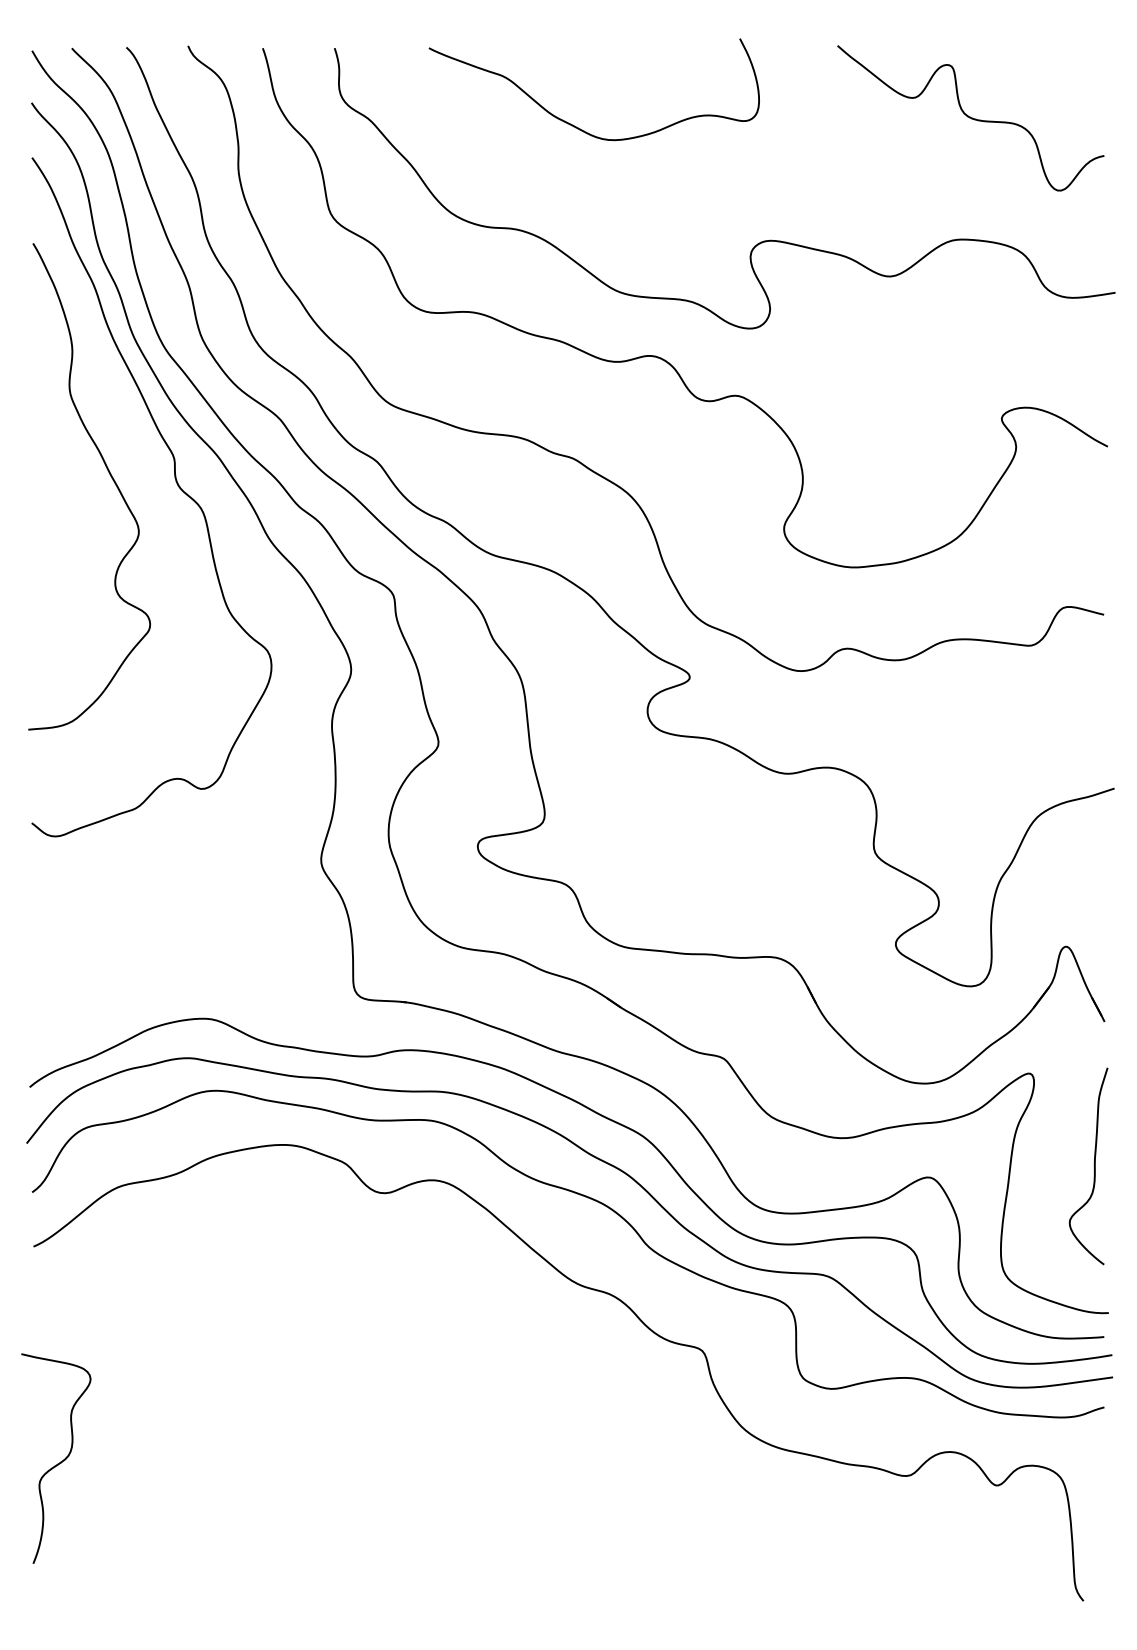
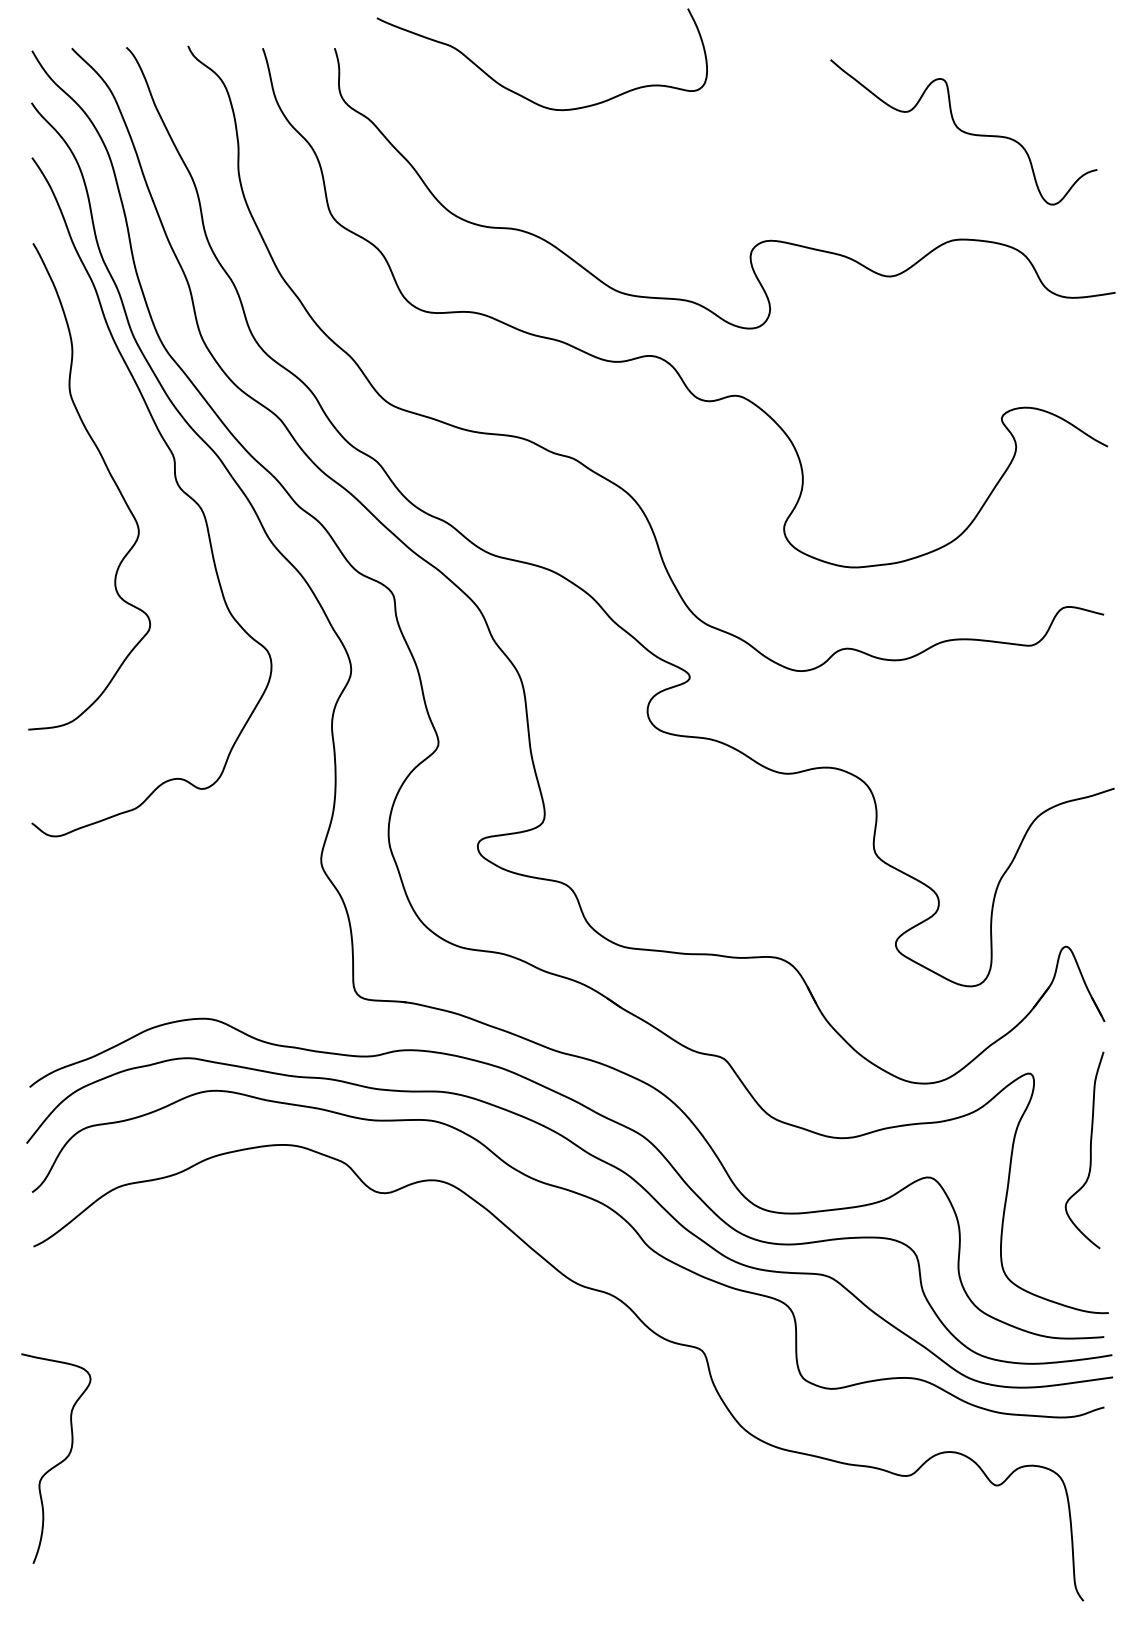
curve at (970, 118) position: (970, 118) -> (963, 132)
curve at (574, 125) position: (574, 125) -> (522, 95)
curve at (1093, 1166) position: (1093, 1166) -> (1089, 1150)
